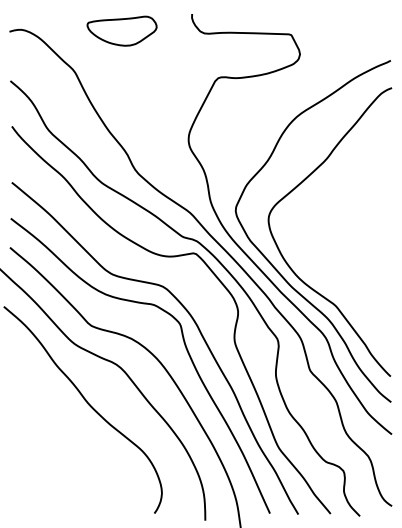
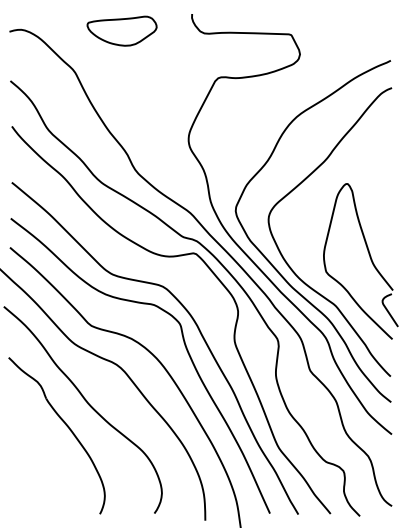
part at (369, 257): none -> present
part at (65, 425): none -> present
